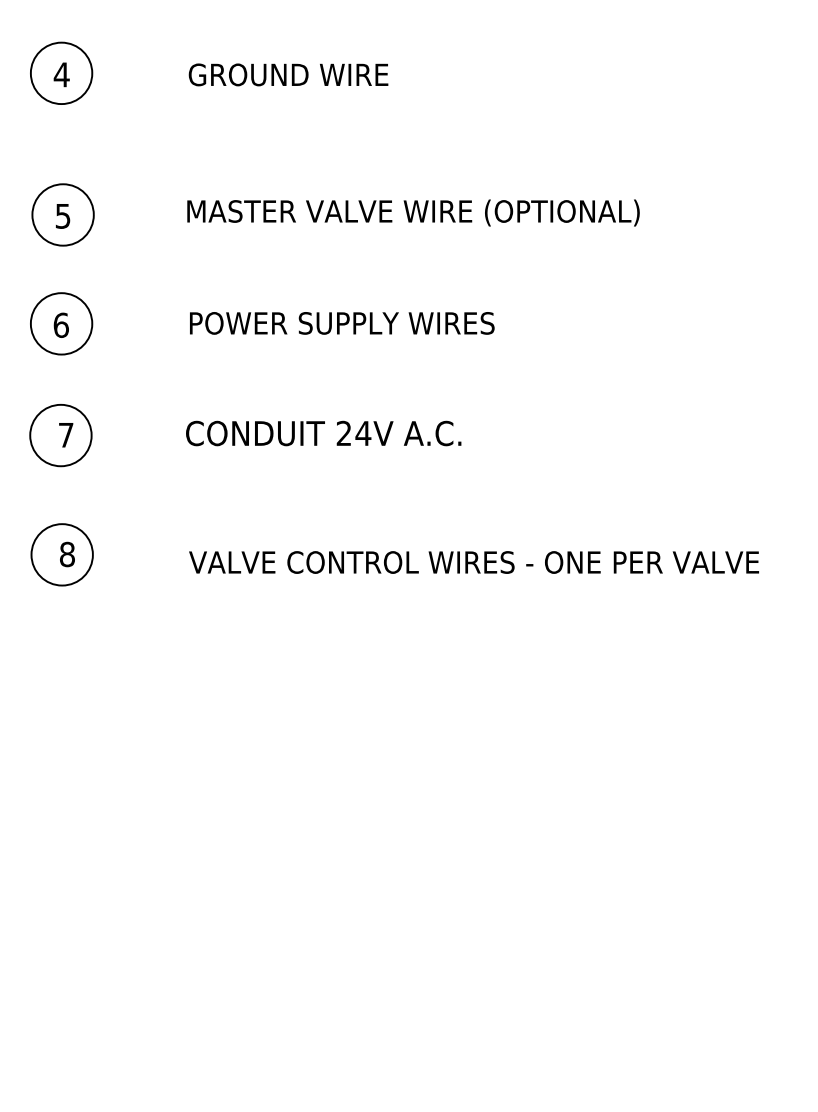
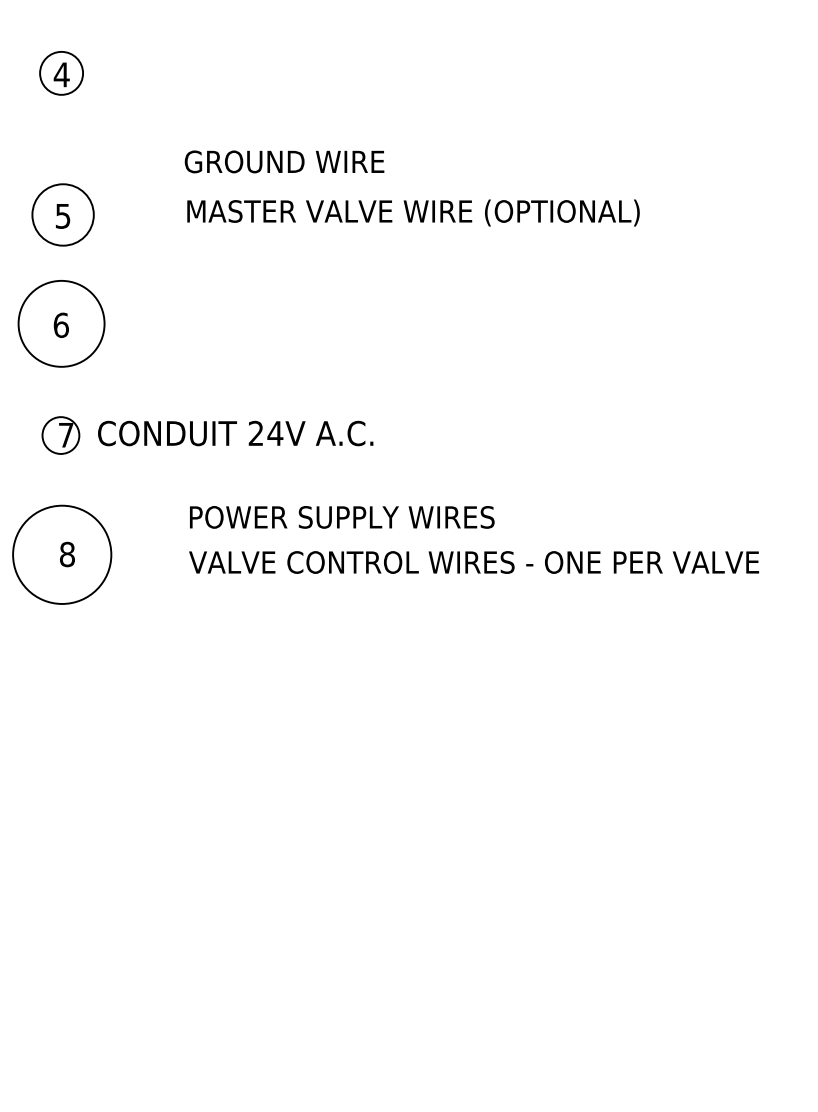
circle at (61, 73) diameter: 61 px -> 43 px
text at (288, 74) position: (288, 74) -> (284, 161)
circle at (61, 323) diameter: 61 px -> 86 px
text at (342, 323) position: (342, 323) -> (342, 517)
text at (323, 433) position: (323, 433) -> (235, 433)
circle at (60, 435) diameter: 61 px -> 37 px
circle at (61, 554) diameter: 61 px -> 98 px
